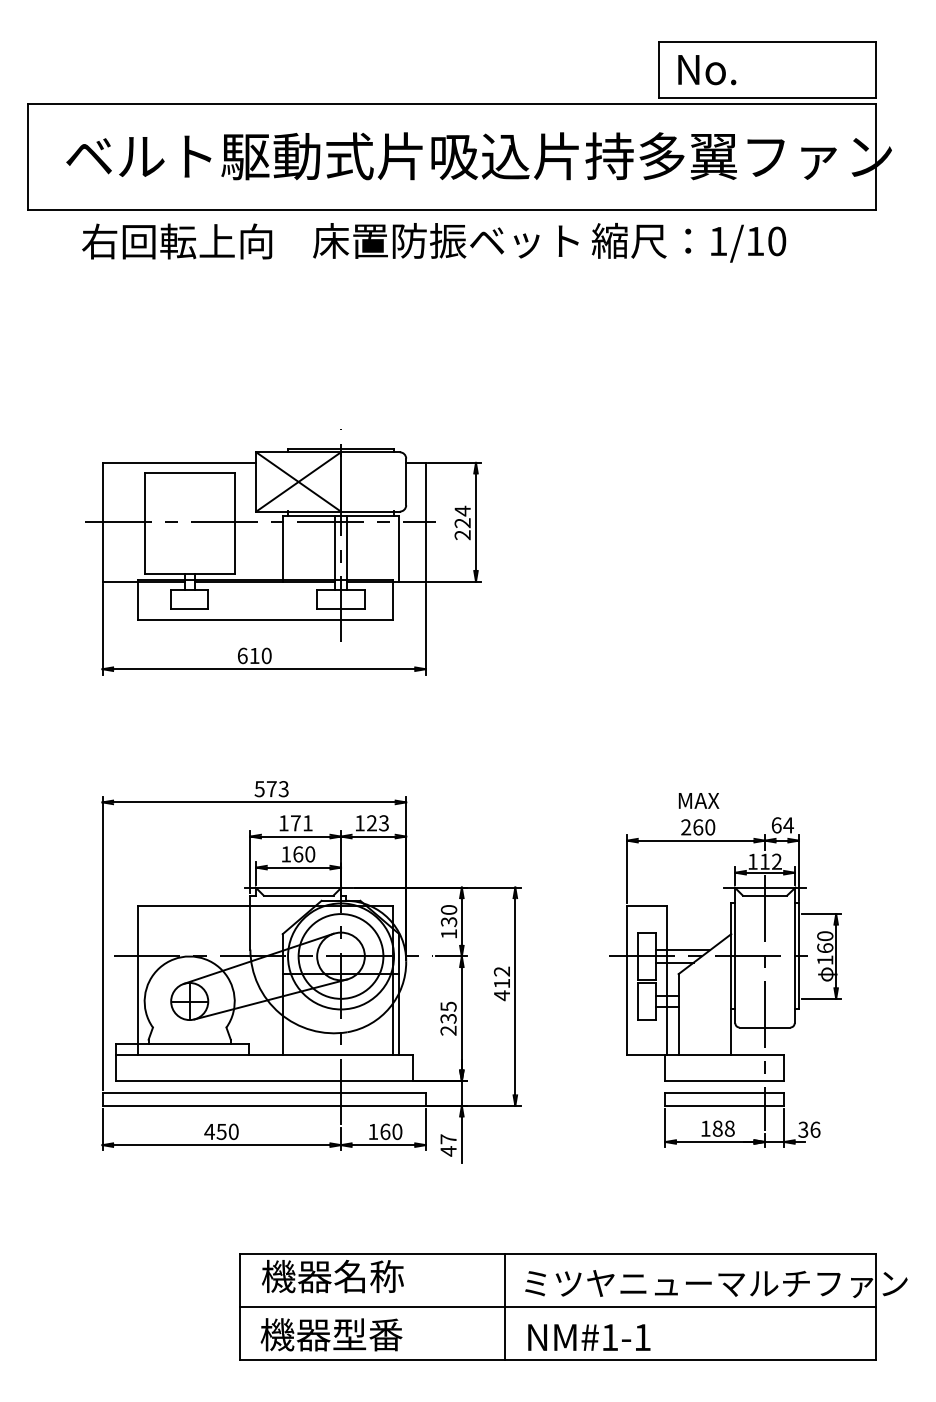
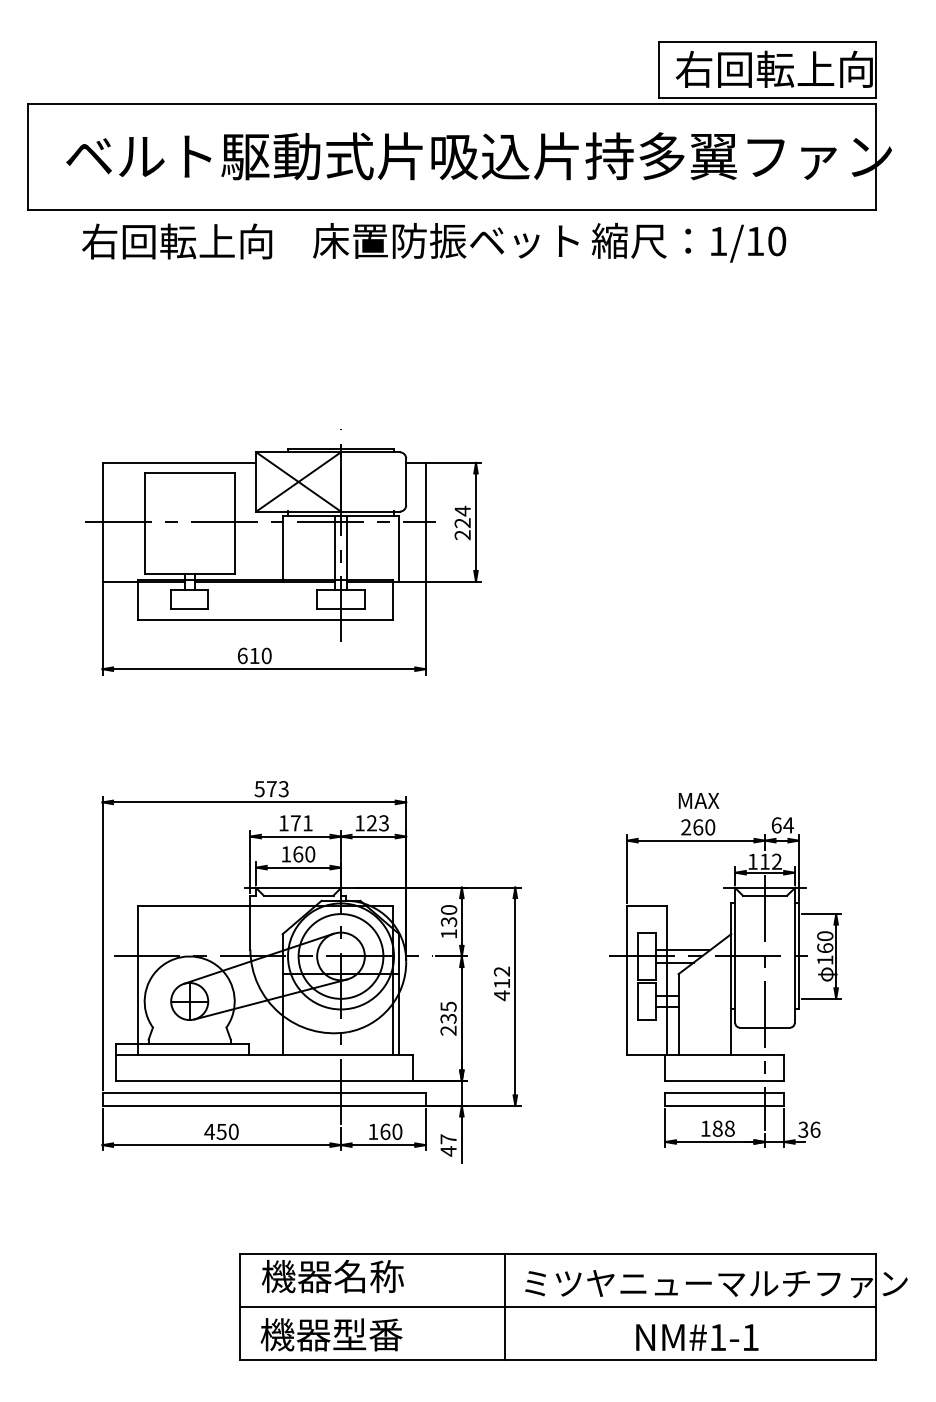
text at (773, 68): No. -> 右回転上向
text at (589, 1337) position: (589, 1337) -> (697, 1337)
